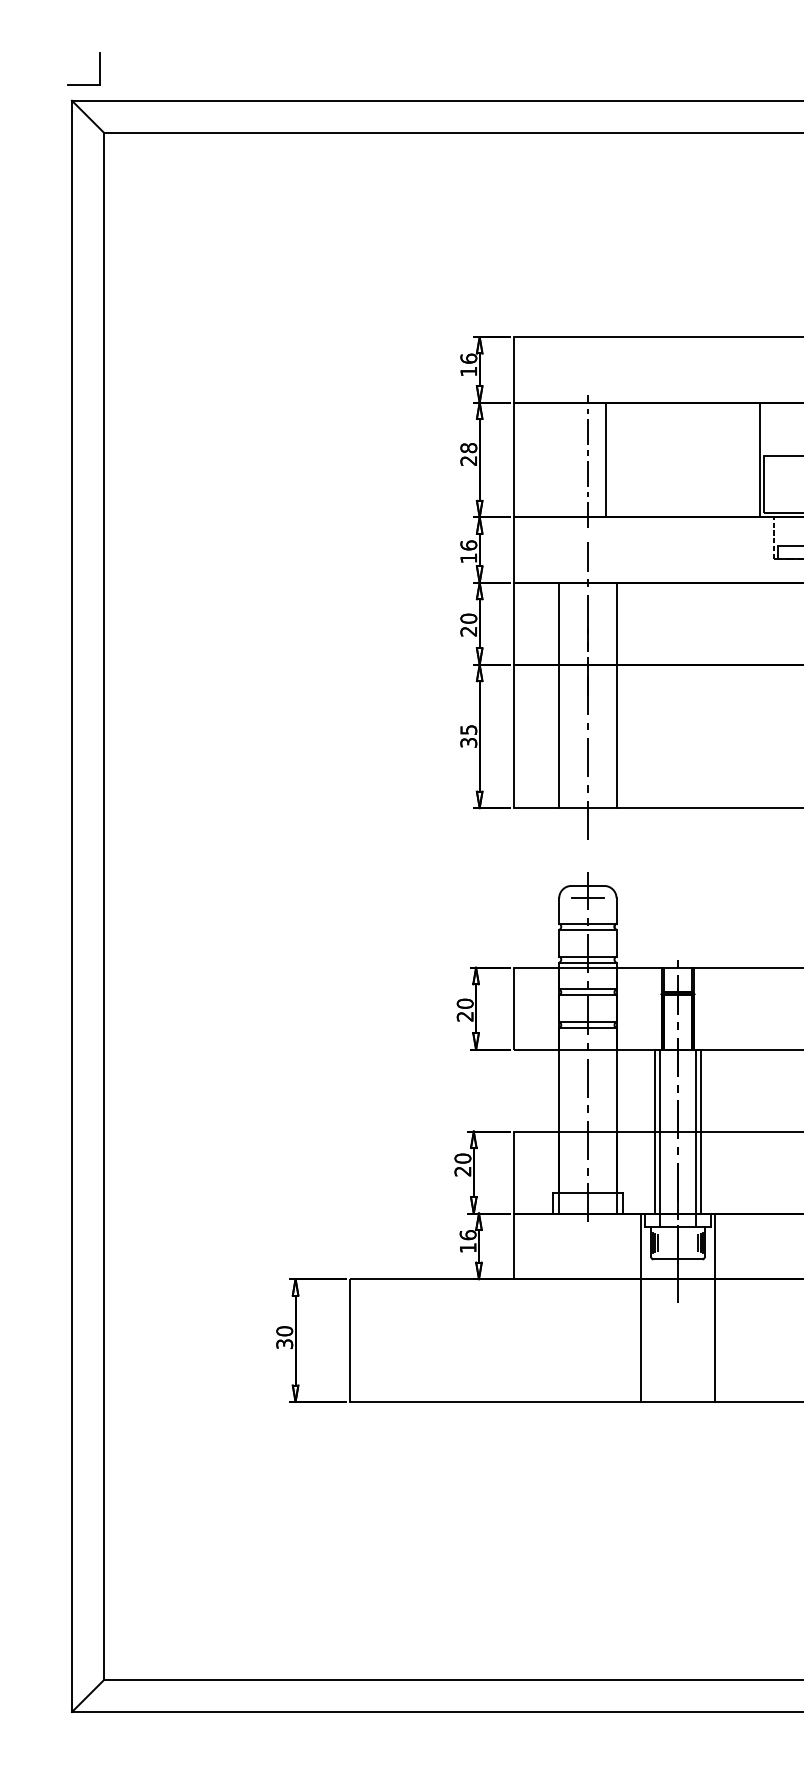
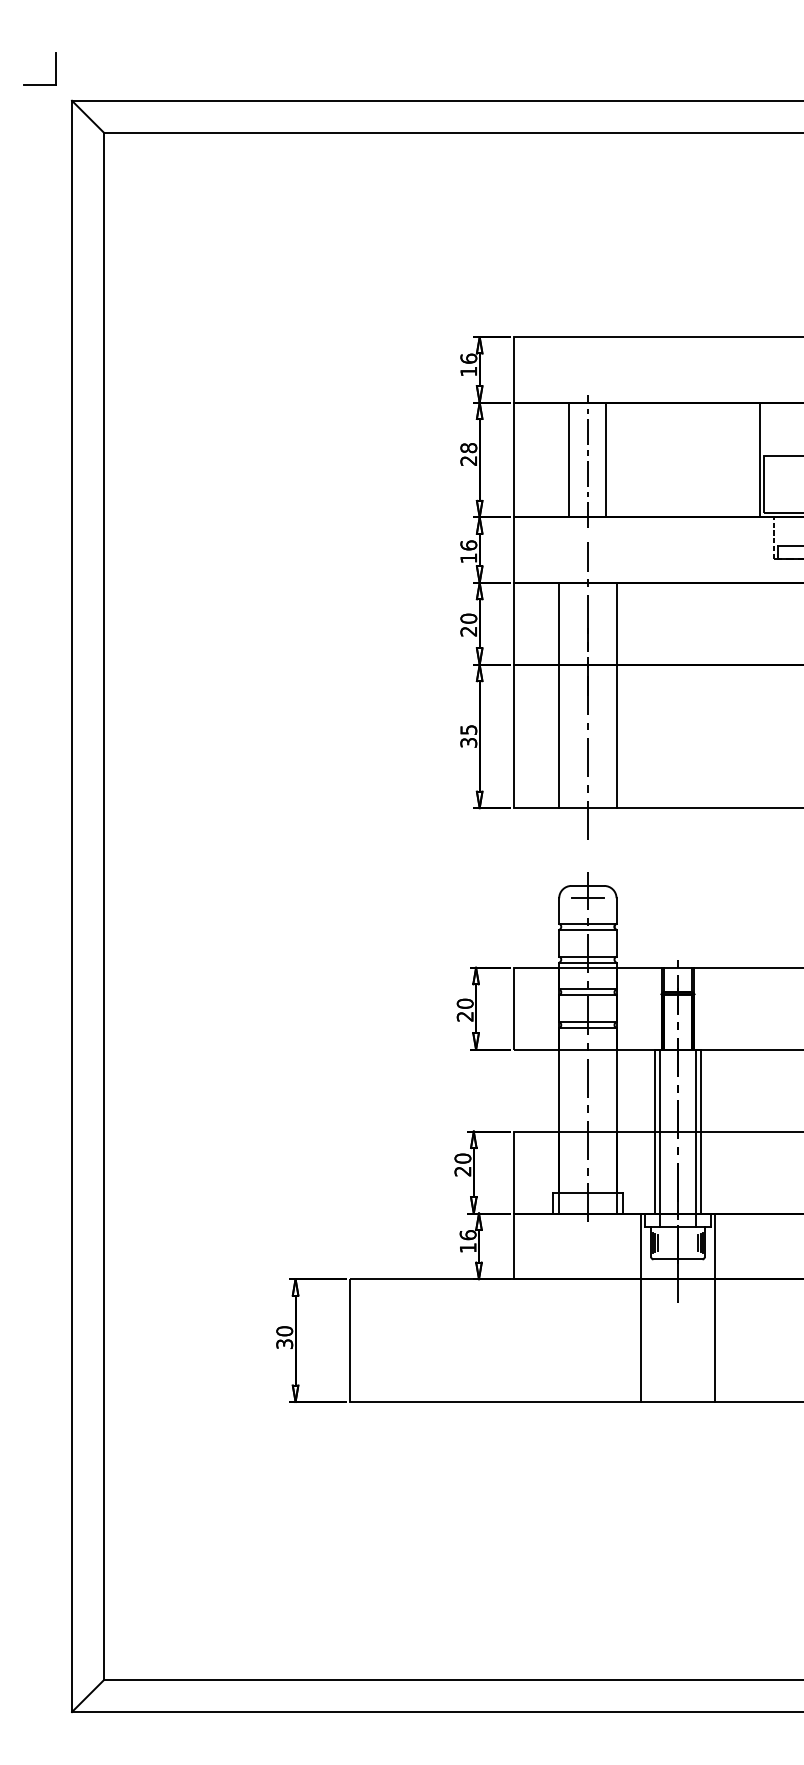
part at (99, 68) position: (99, 68) -> (55, 68)
line at (569, 459): none -> present
